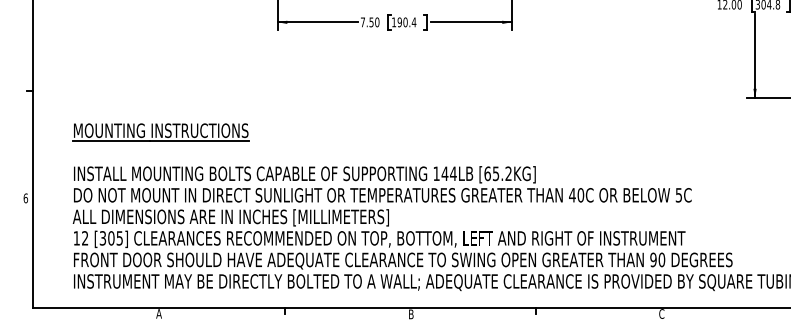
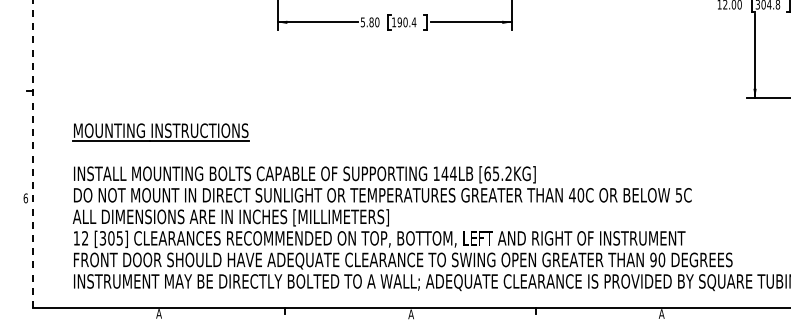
text at (366, 22): 7.50 -> 5.80
line at (33, 154): solid -> dashed
text at (661, 313): C -> A
text at (410, 314): B -> A
